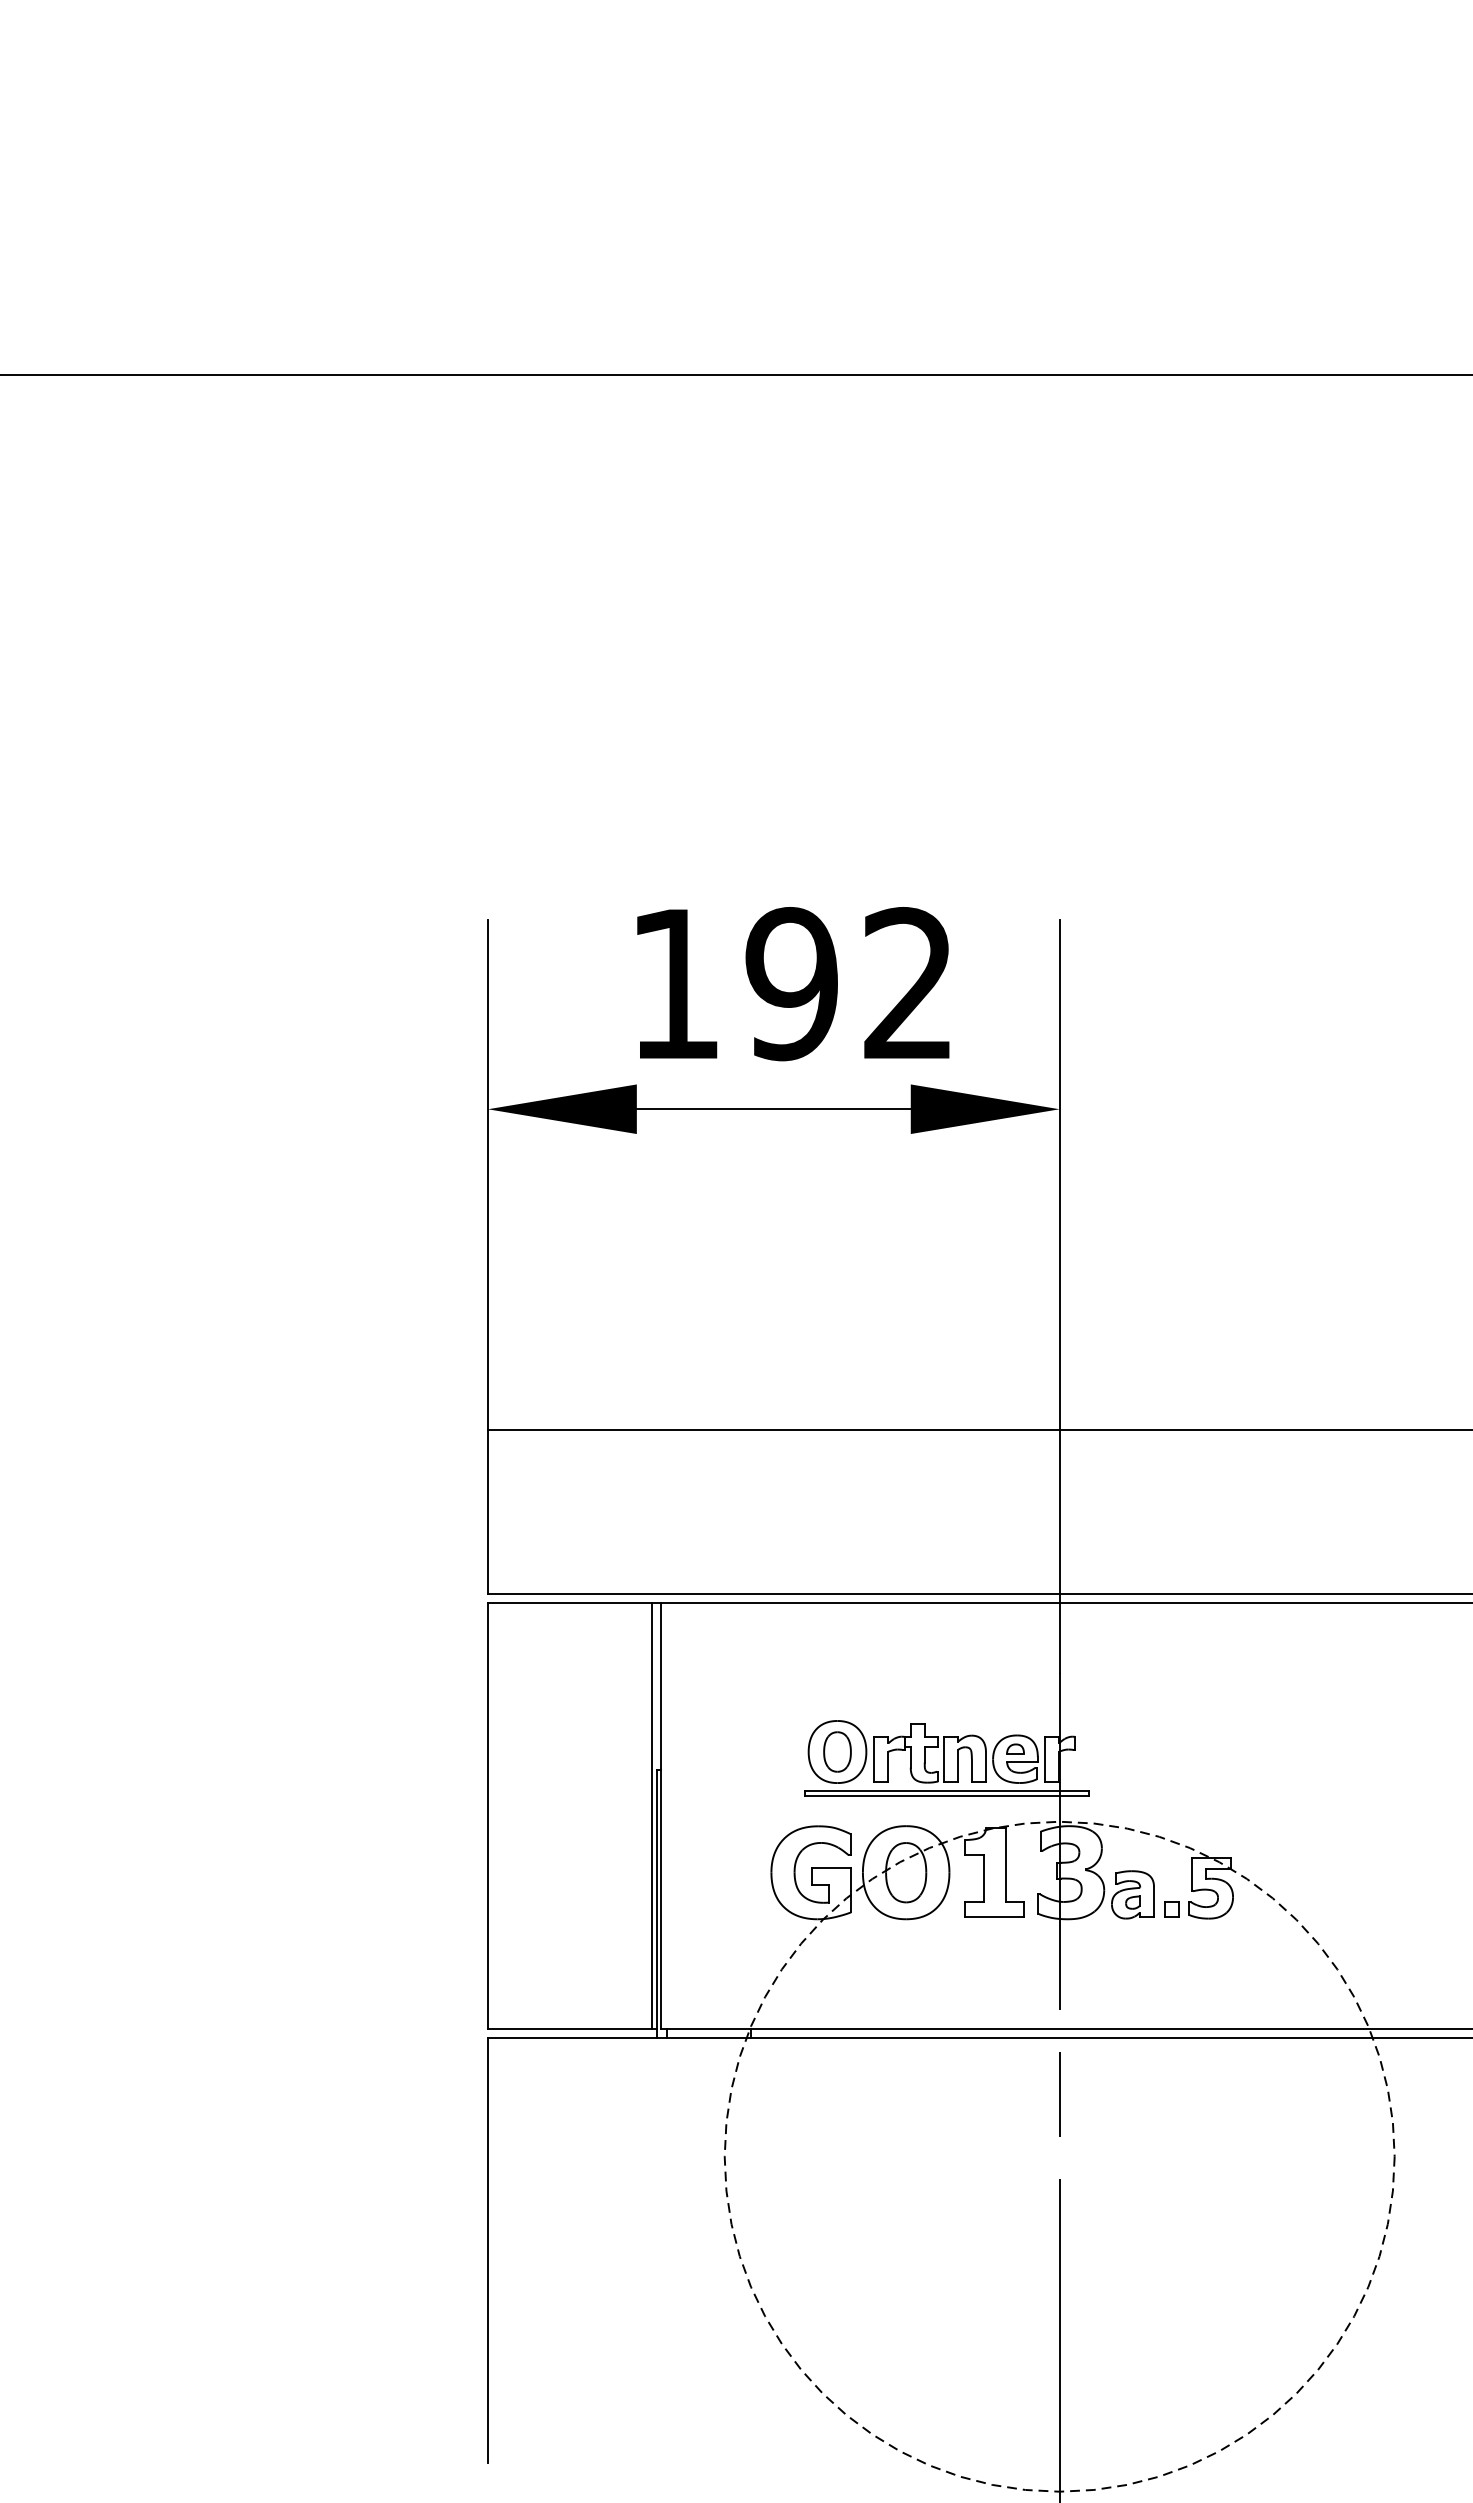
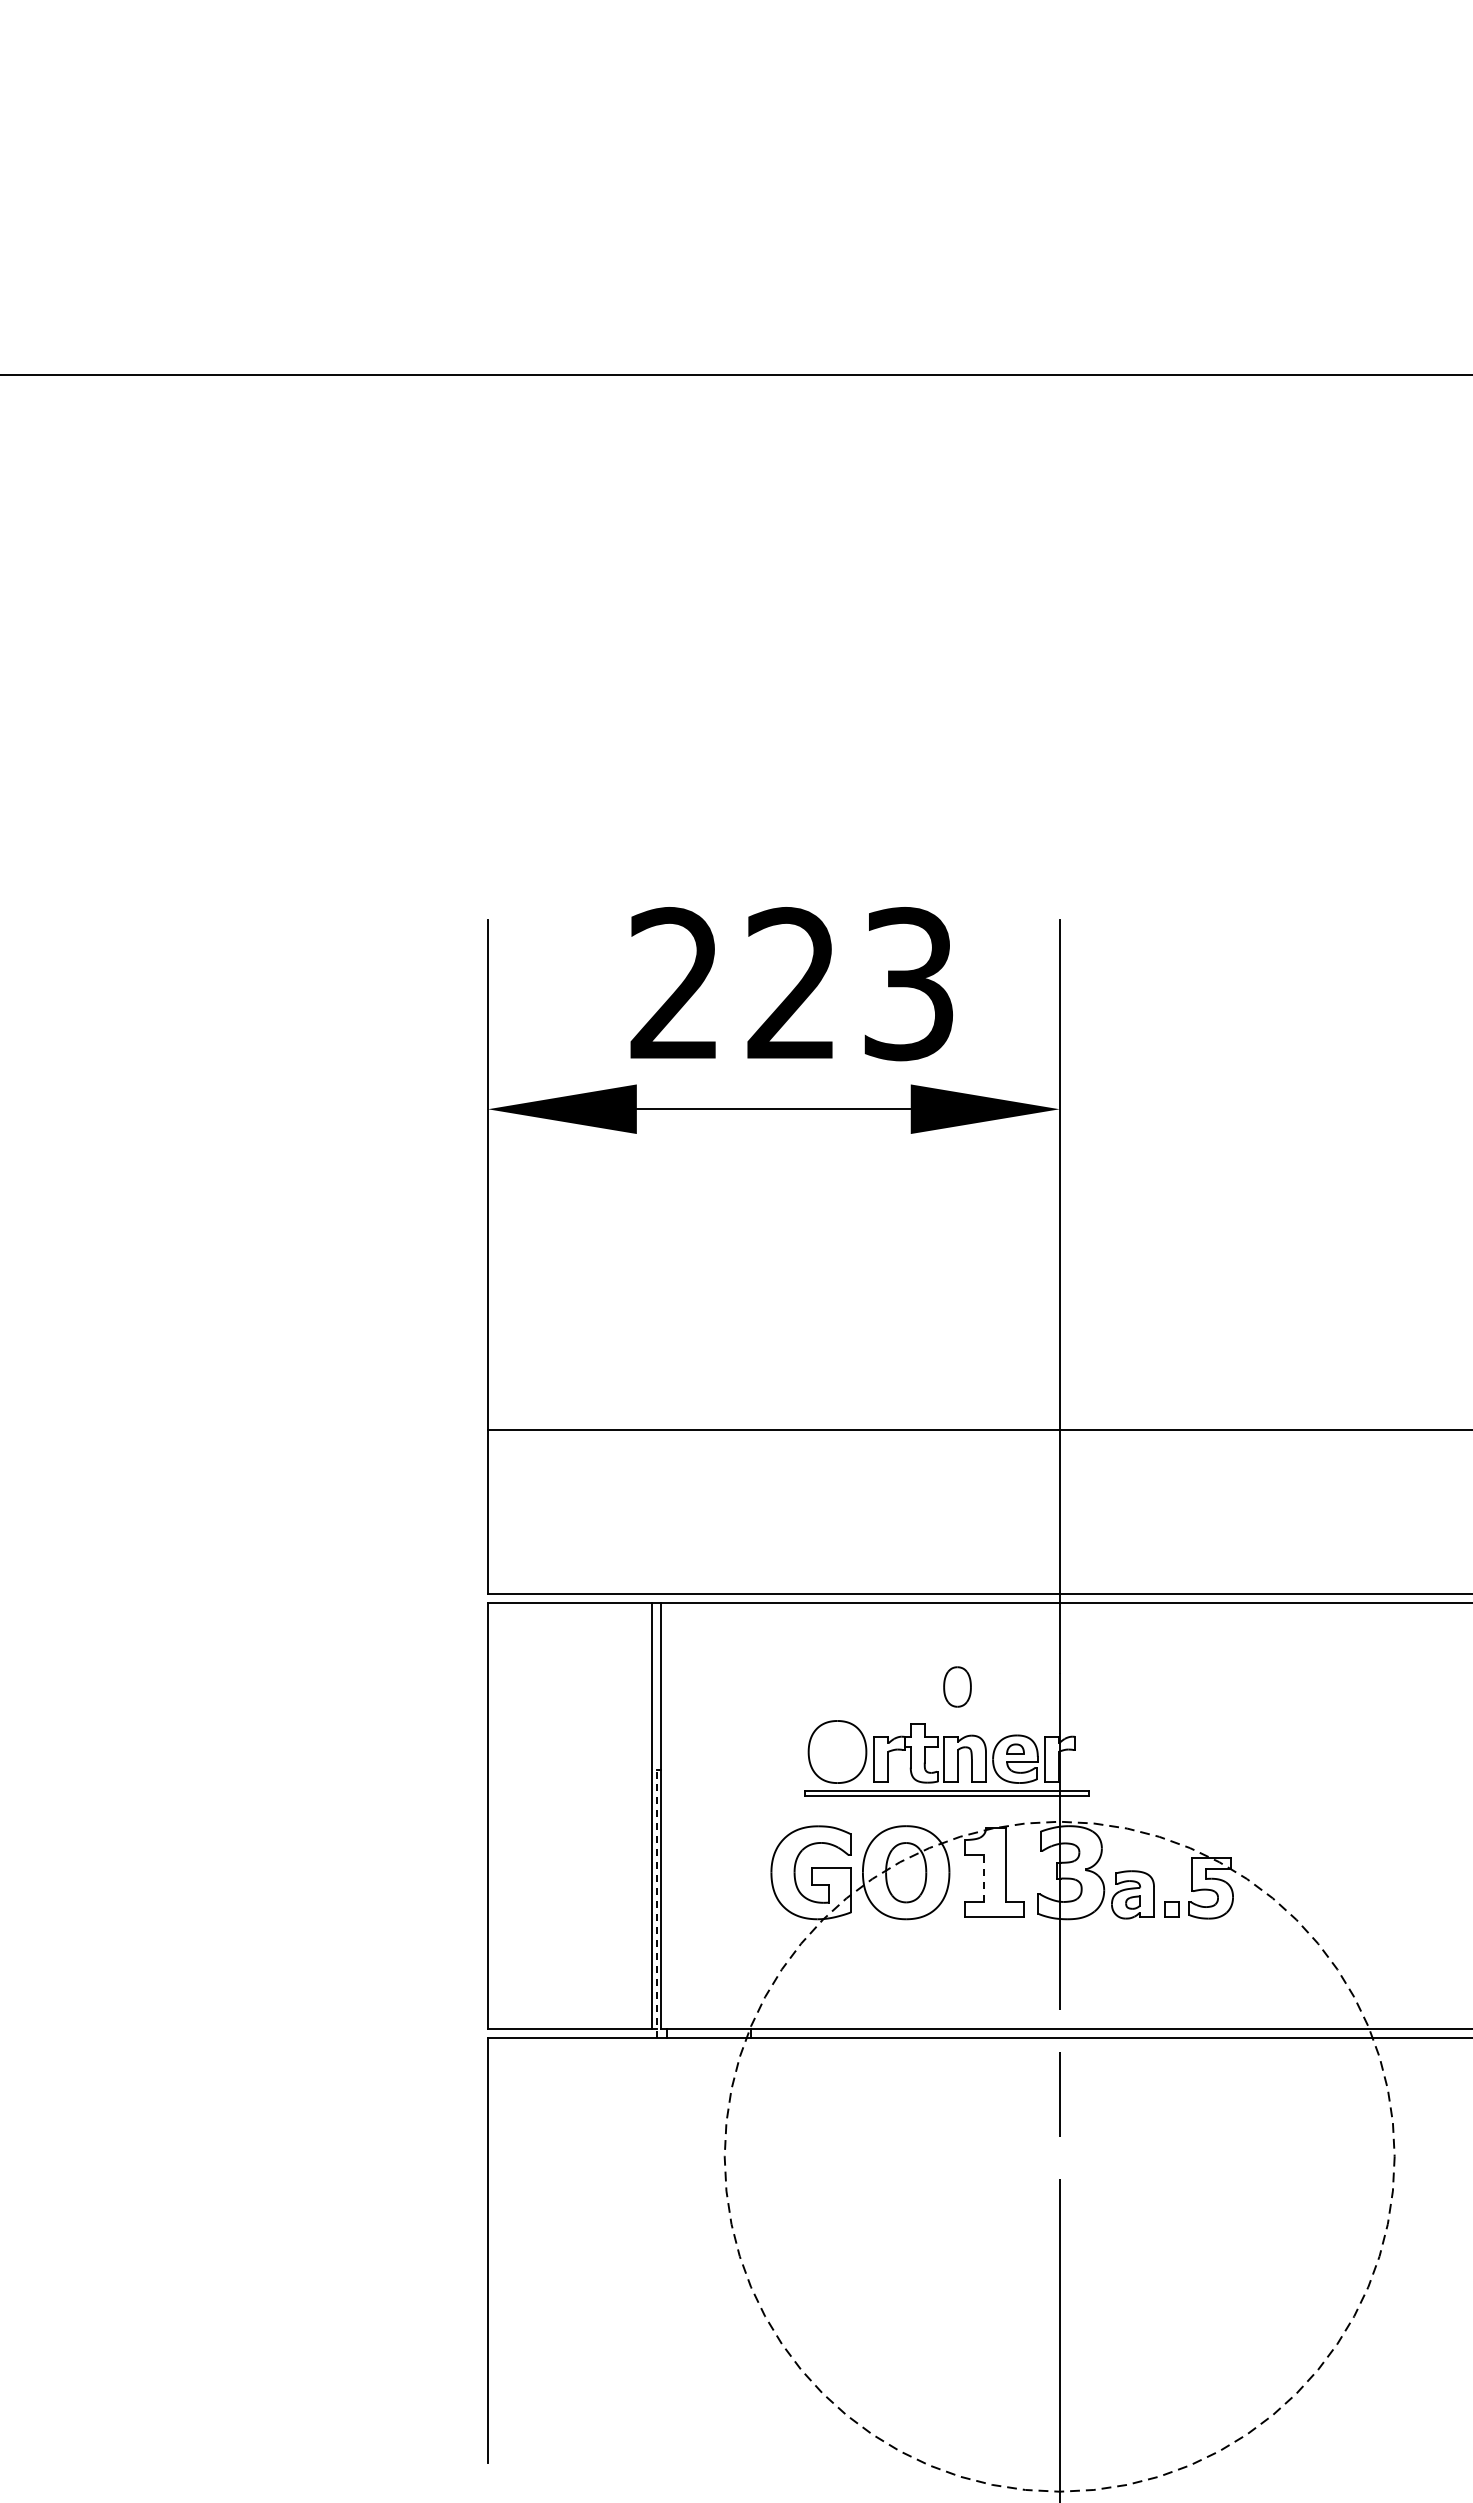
text at (791, 984): 192 -> 223
part at (837, 1751) position: (837, 1751) -> (957, 1686)
line at (984, 1878): solid -> dashed
line at (656, 1903): solid -> dashed
